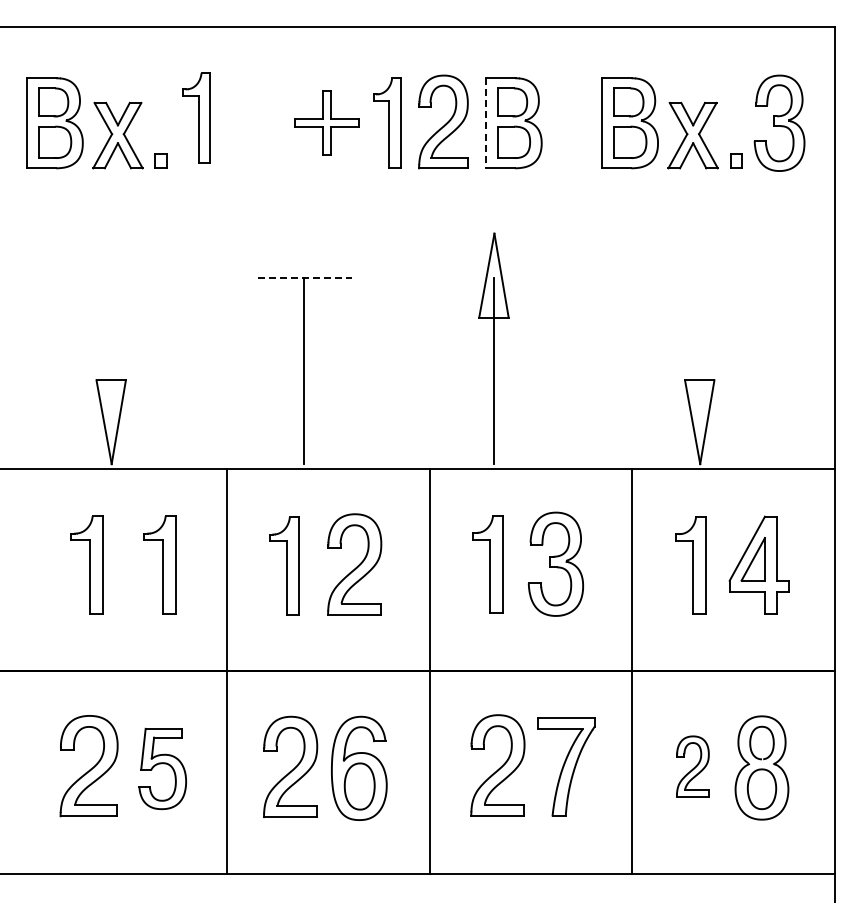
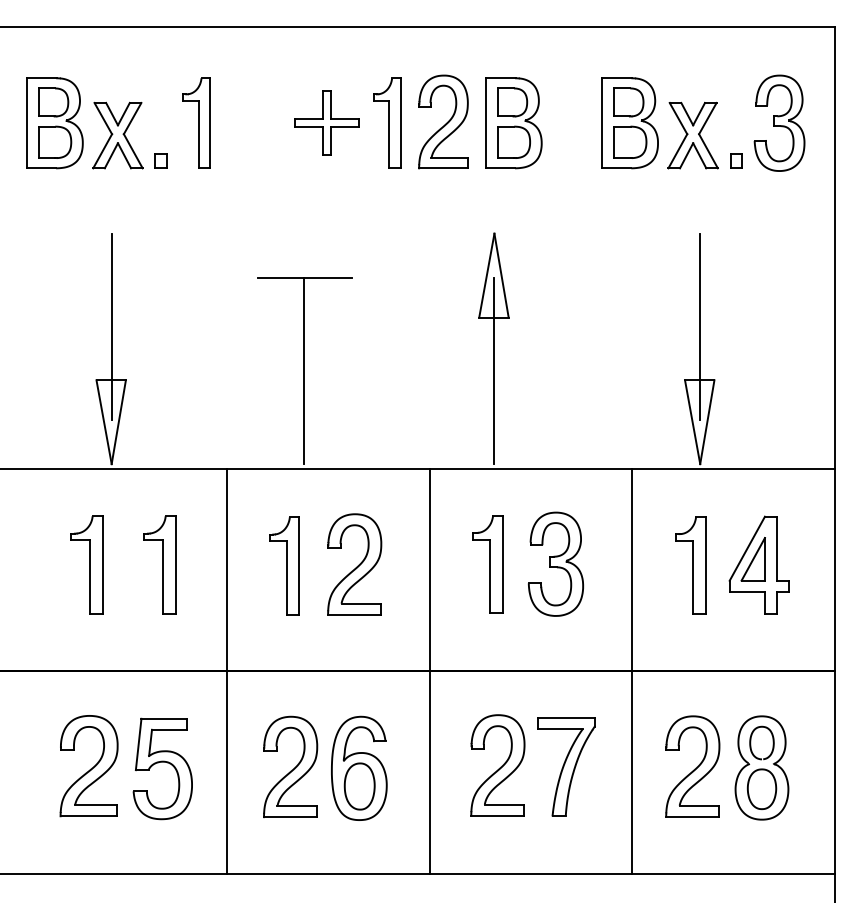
part at (196, 117) position: (196, 117) -> (196, 122)
line at (486, 123): dashed -> solid
line at (305, 277): dashed -> solid
line at (111, 326): none -> present
line at (700, 326): none -> present
part at (692, 766) size: 34x63 px -> 56x103 px
part at (162, 768) size: 49x84 px -> 61x104 px
